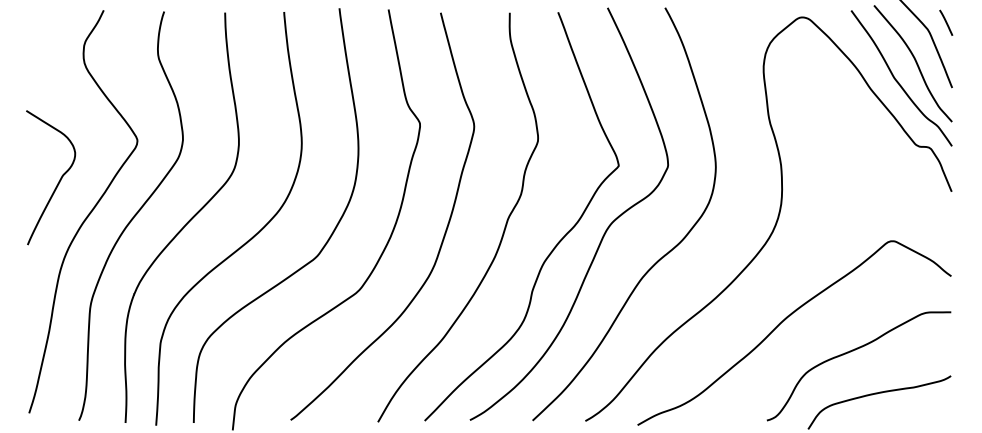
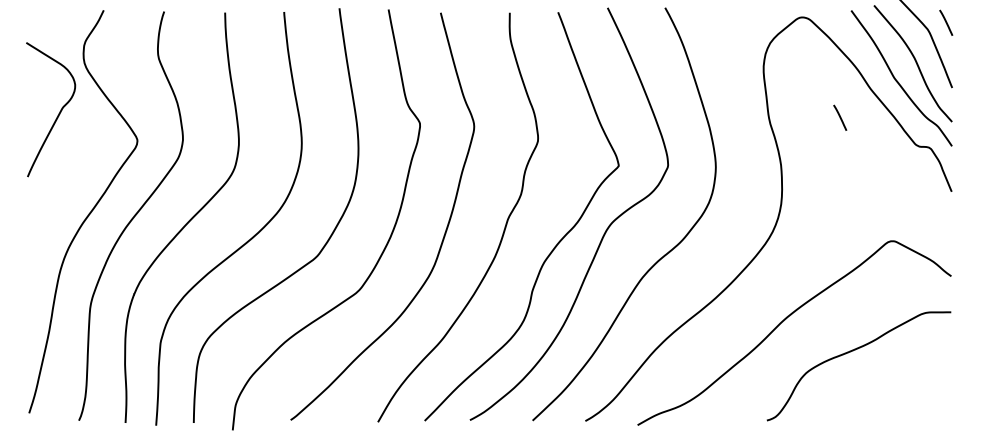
line at (840, 117): none -> present
curve at (58, 181) position: (58, 181) -> (58, 113)
curve at (877, 394): present -> none
